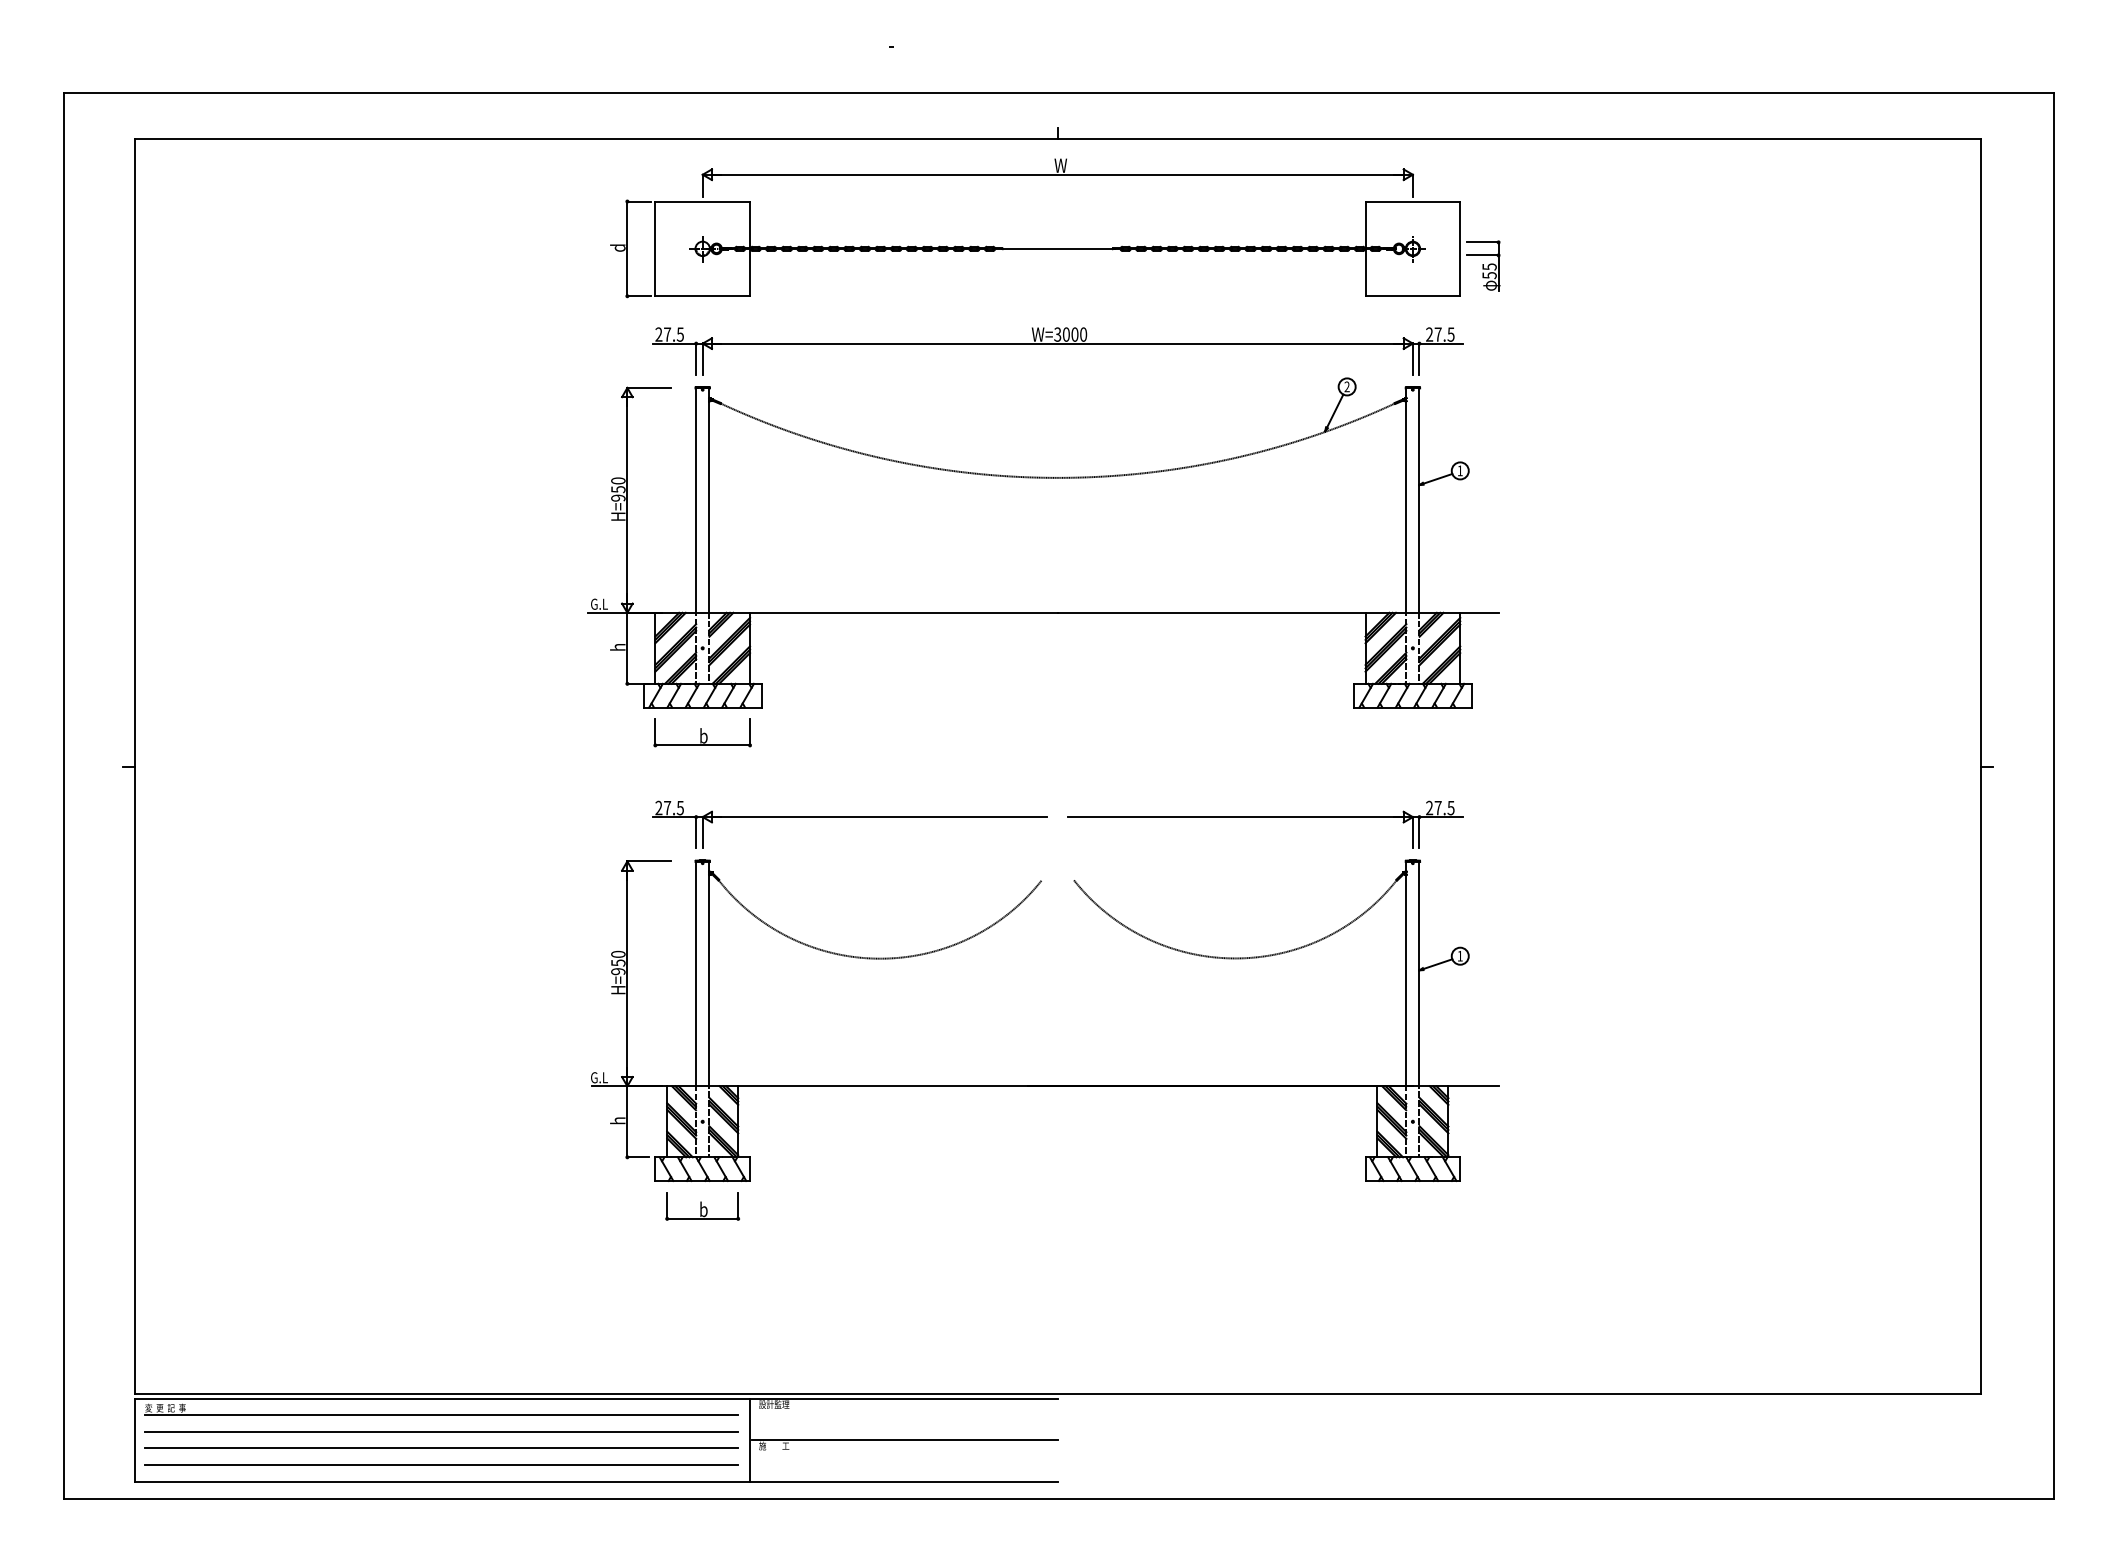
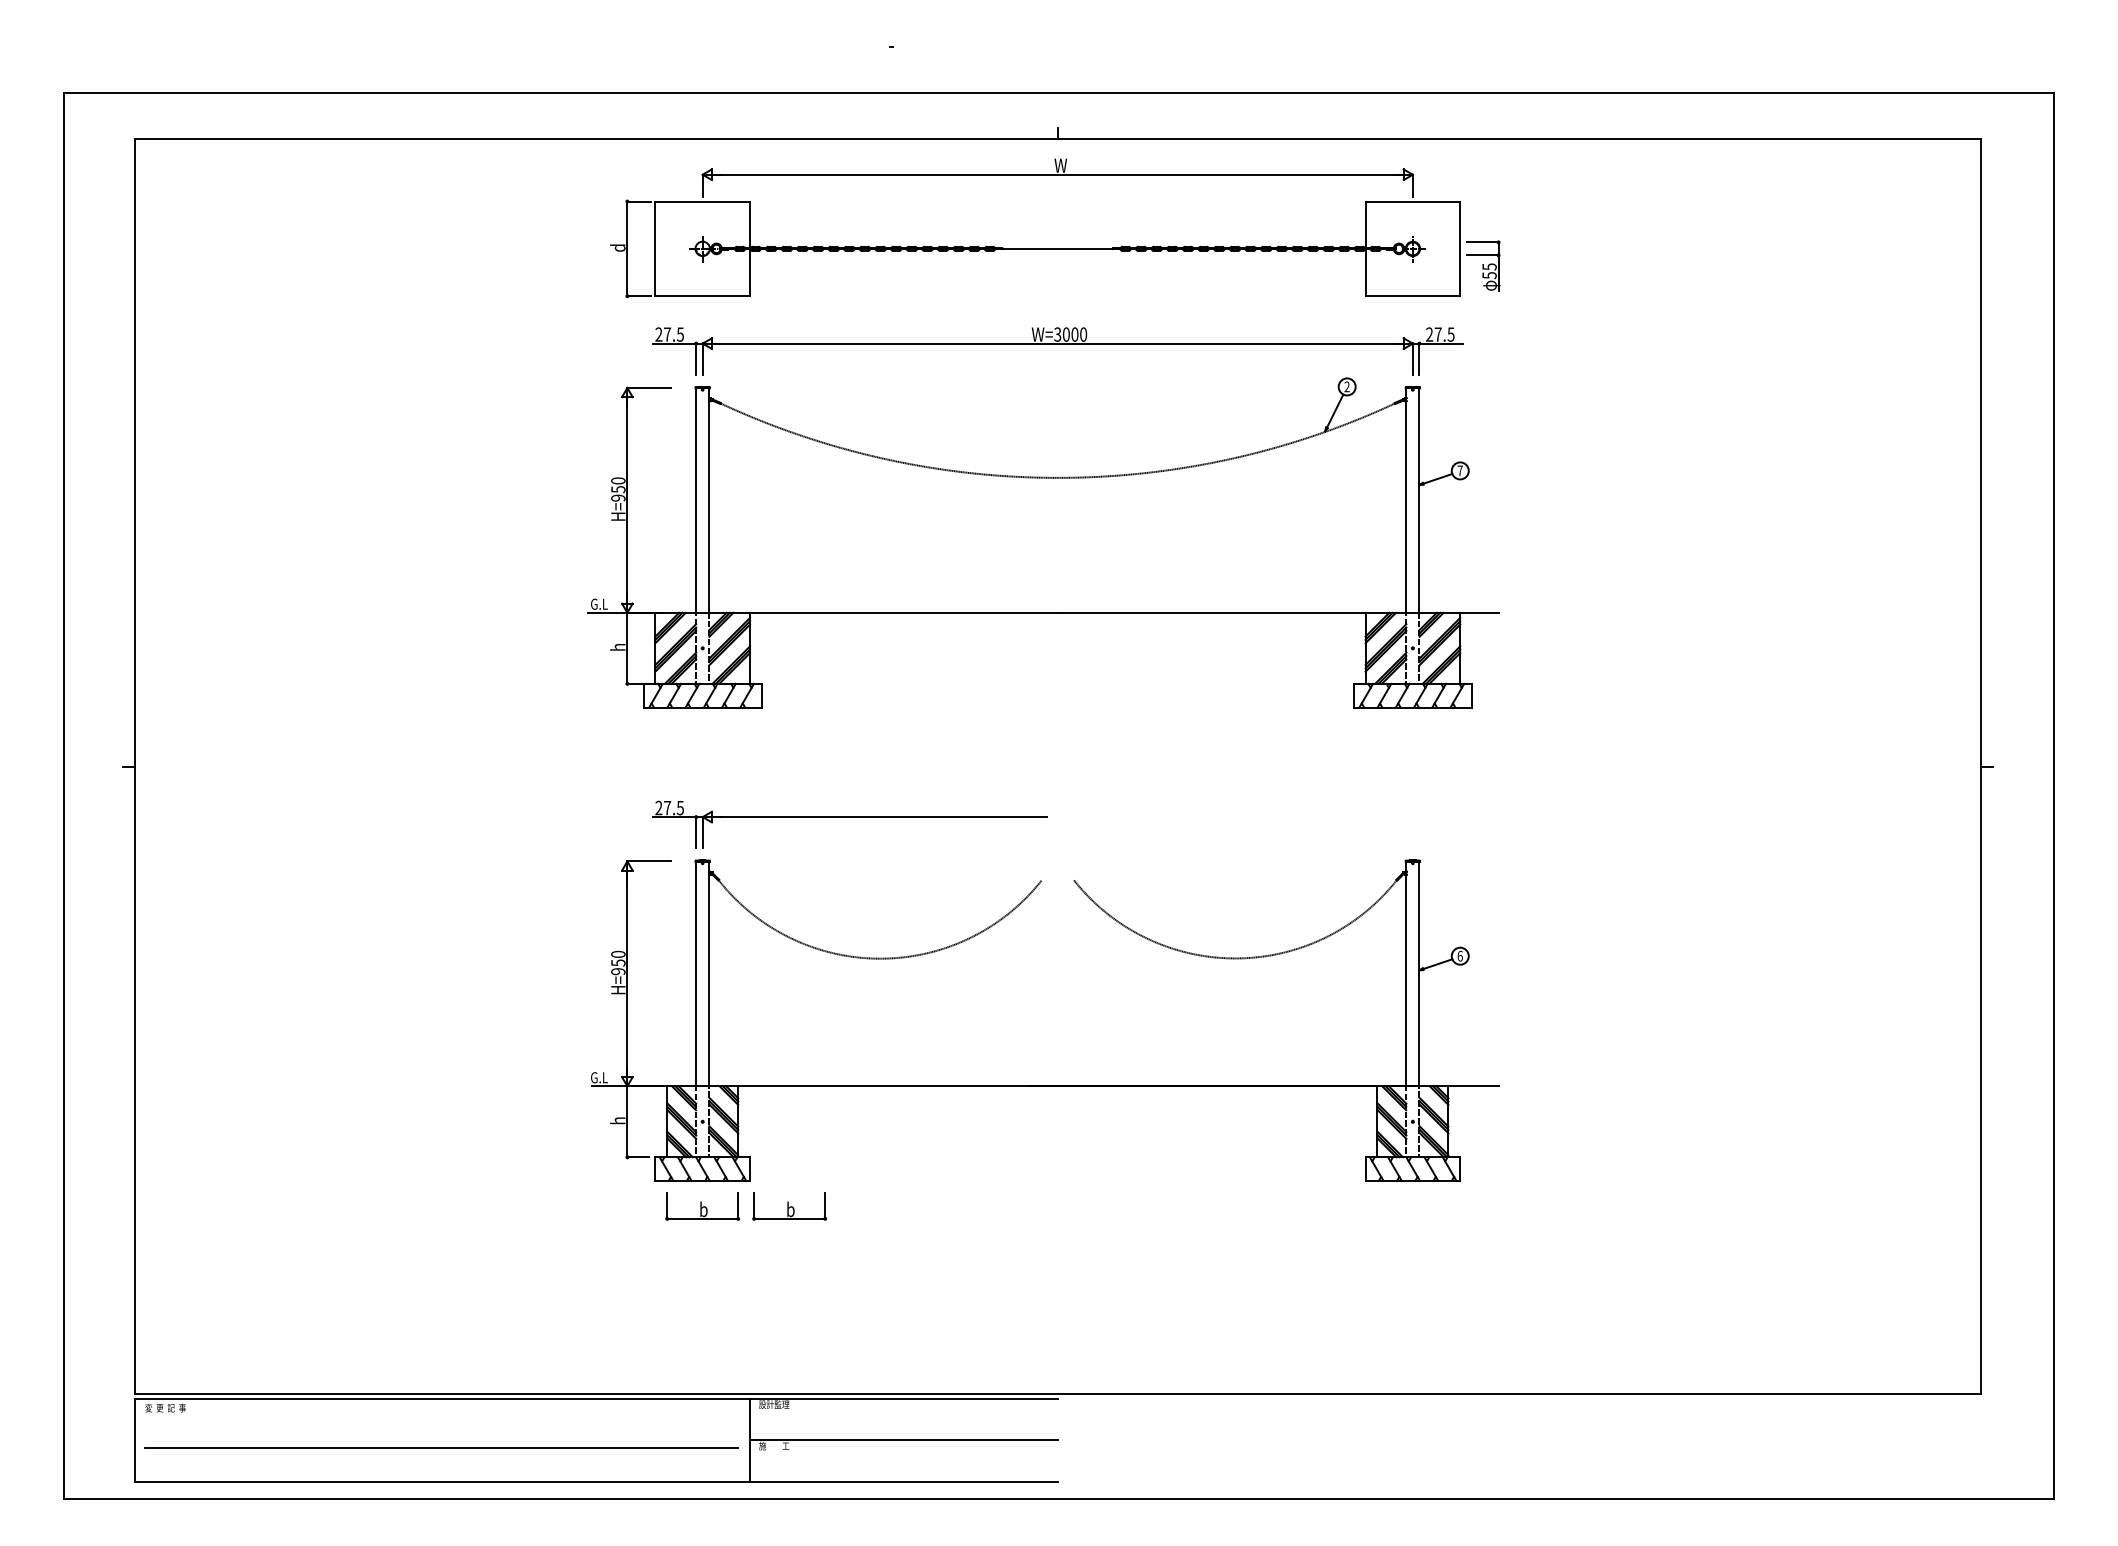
text at (1459, 470): 1 -> 7
part at (702, 732): present -> none
part at (1265, 817): present -> none
text at (1459, 955): 1 -> 6
part at (789, 1206): none -> present
line at (441, 1415): present -> none
line at (441, 1431): present -> none
line at (441, 1465): present -> none
